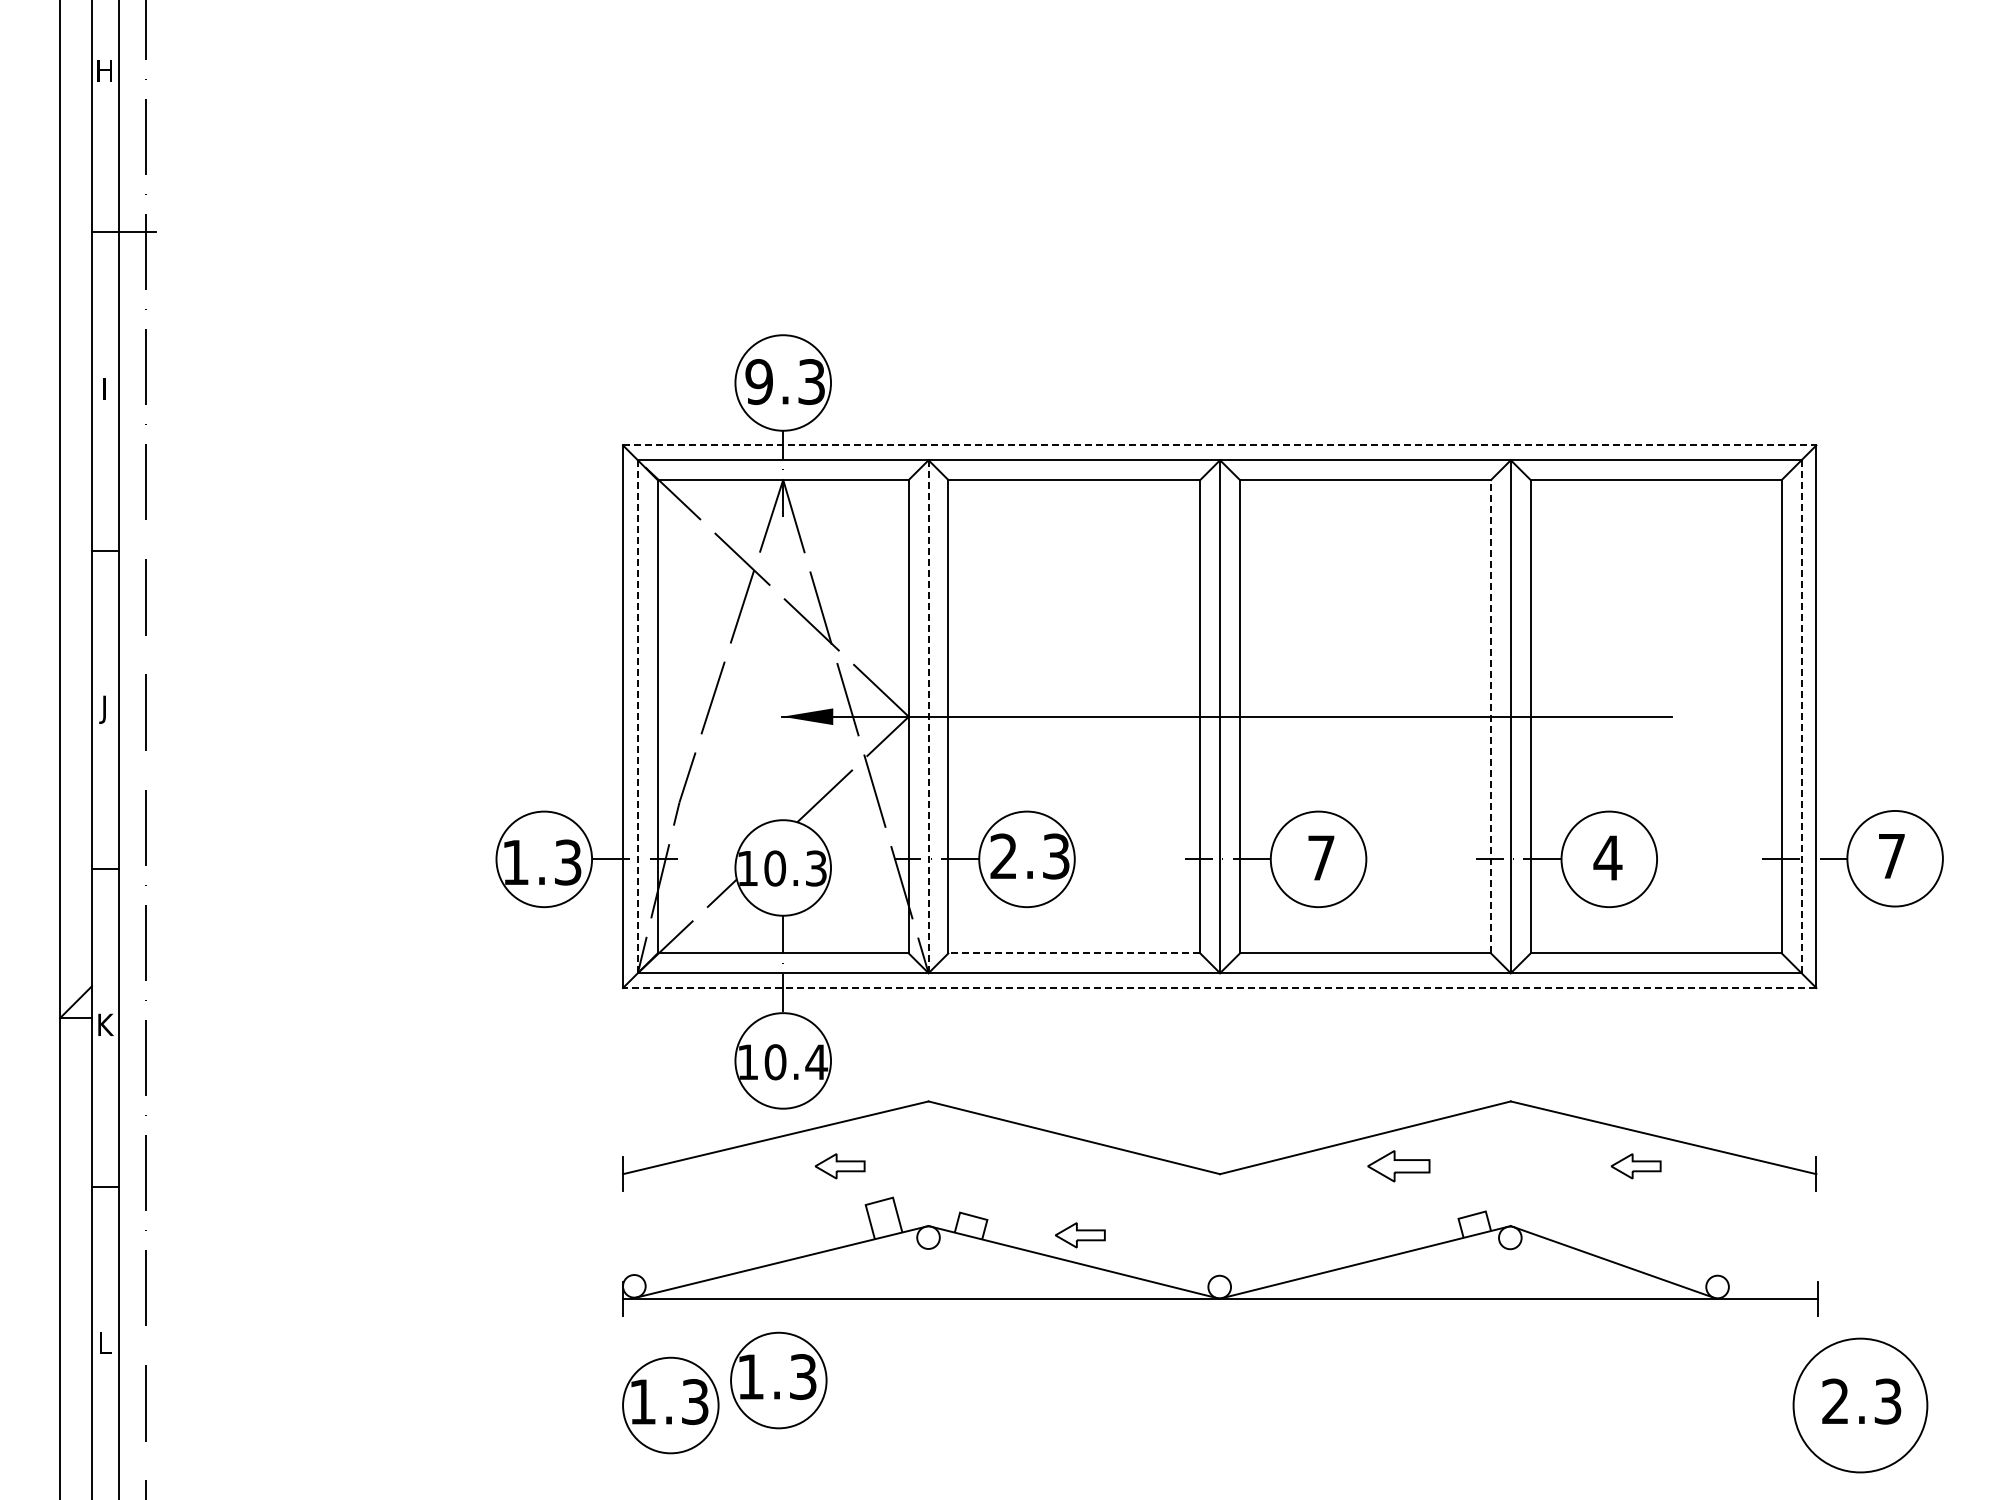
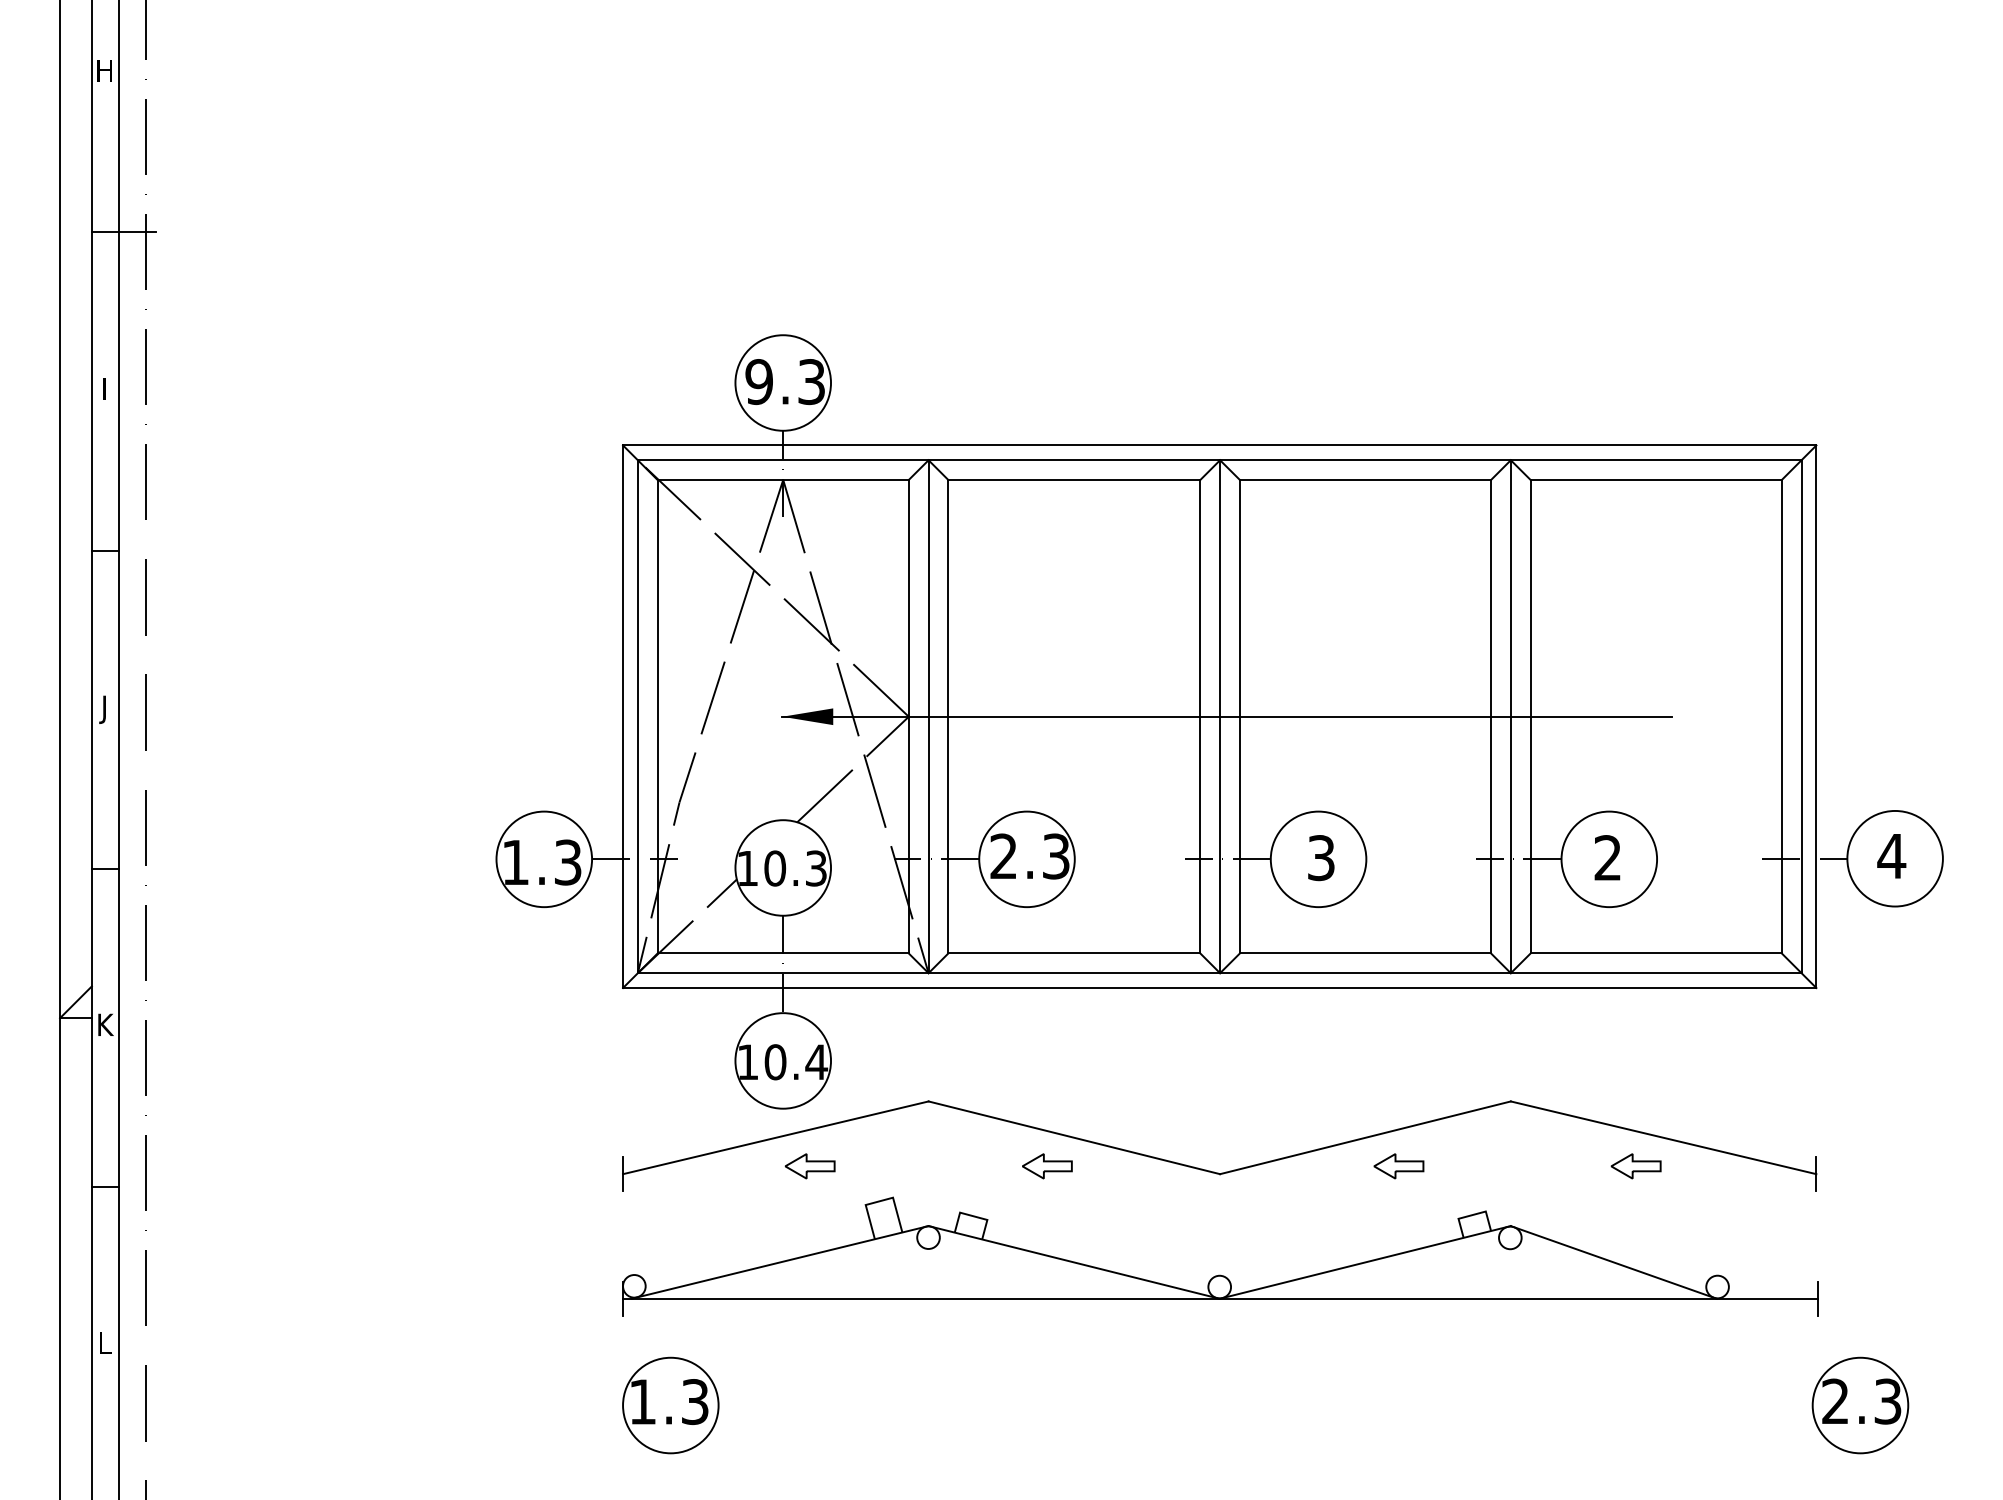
line at (1219, 445): dashed -> solid
line at (637, 716): dashed -> solid
line at (928, 716): dashed -> solid
line at (1491, 716): dashed -> solid
line at (1801, 716): dashed -> solid
text at (1891, 856): 7 -> 4
text at (1607, 857): 4 -> 2
text at (1321, 858): 7 -> 3
line at (1073, 953): dashed -> solid
line at (1219, 988): dashed -> solid
part at (839, 1166) position: (839, 1166) -> (809, 1166)
part at (1398, 1166) size: 64x33 px -> 52x27 px
part at (1080, 1235) position: (1080, 1235) -> (1047, 1166)
part at (778, 1380): present -> none
circle at (1860, 1405) diameter: 134 px -> 96 px
